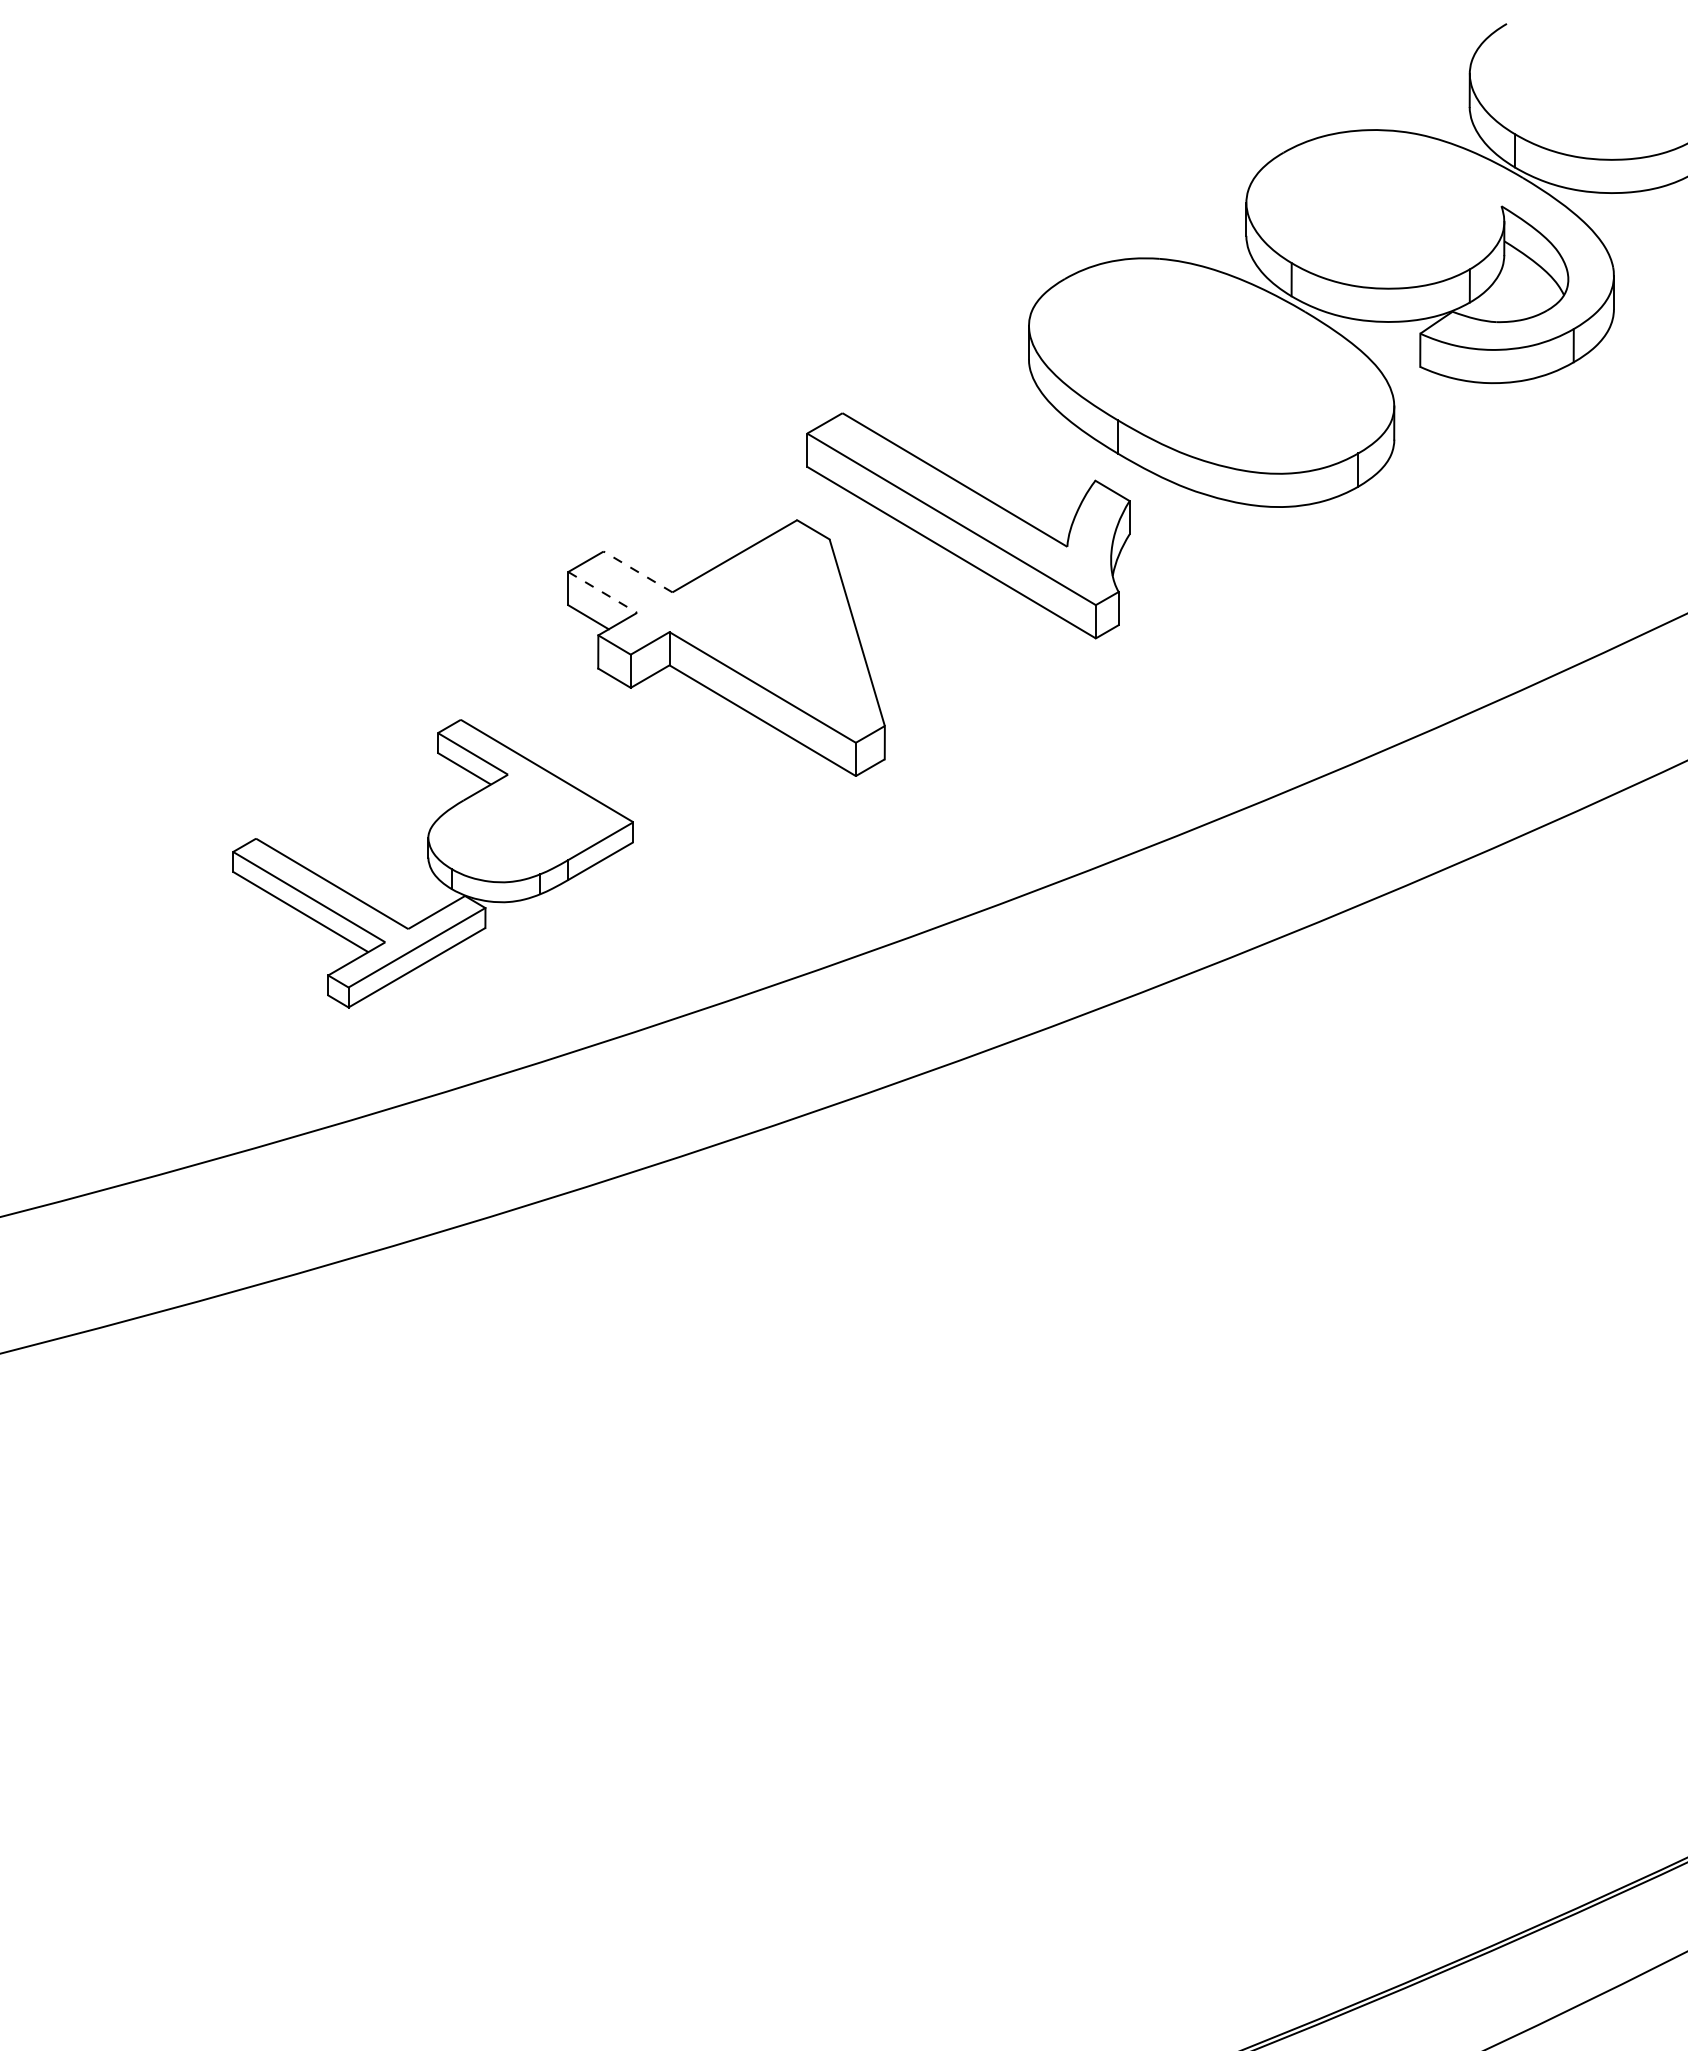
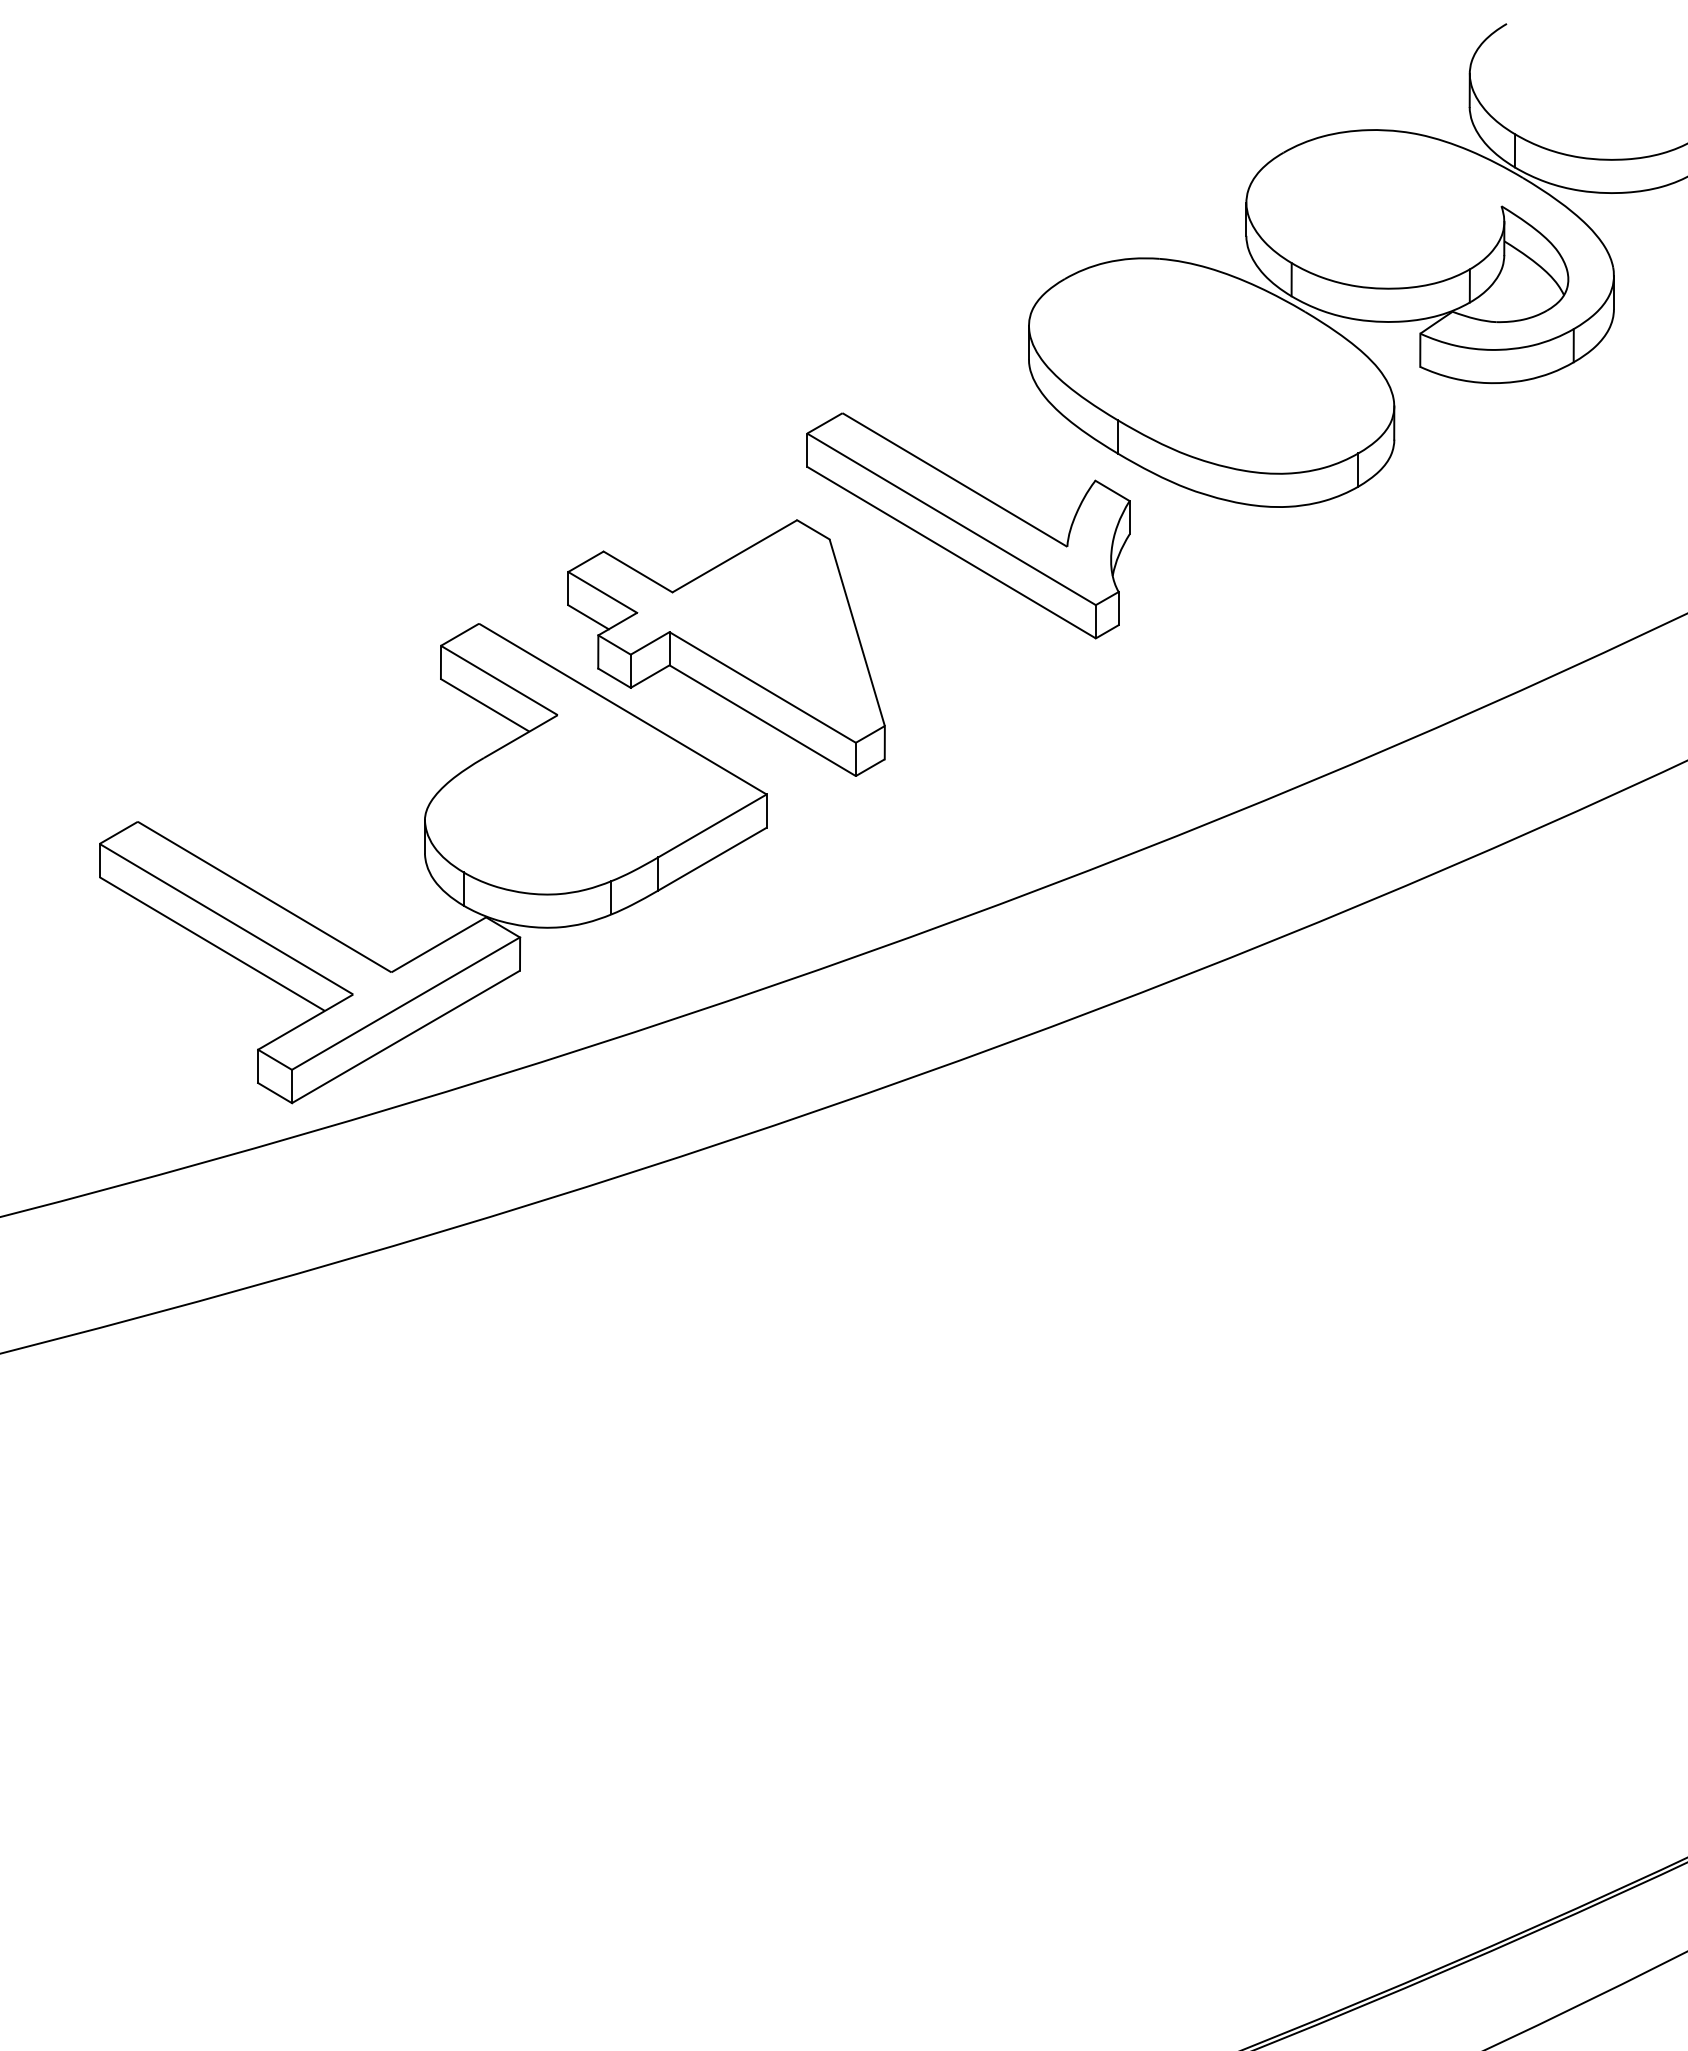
line at (637, 571): dashed -> solid
line at (603, 592): dashed -> solid
part at (432, 863) size: 402x290 px -> 669x482 px
